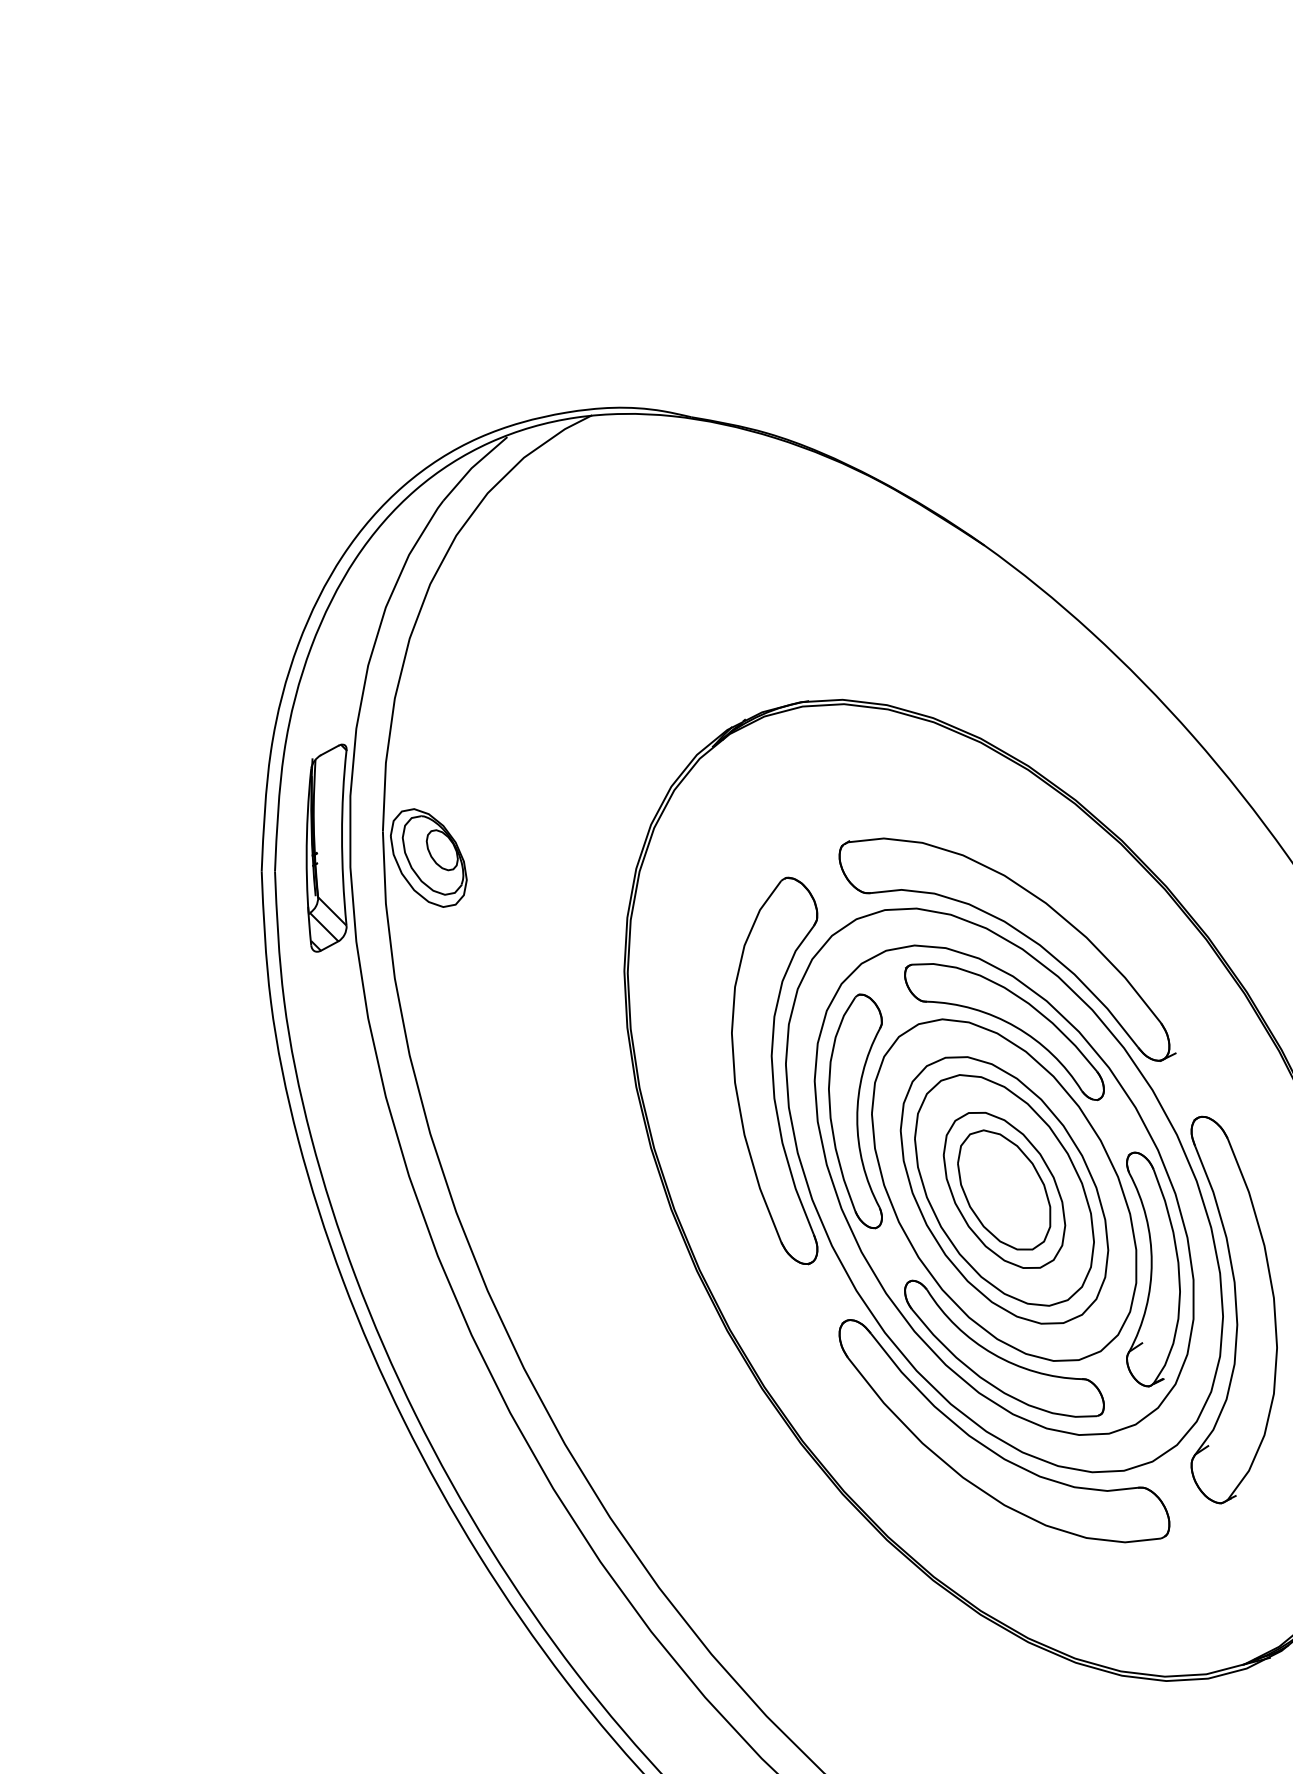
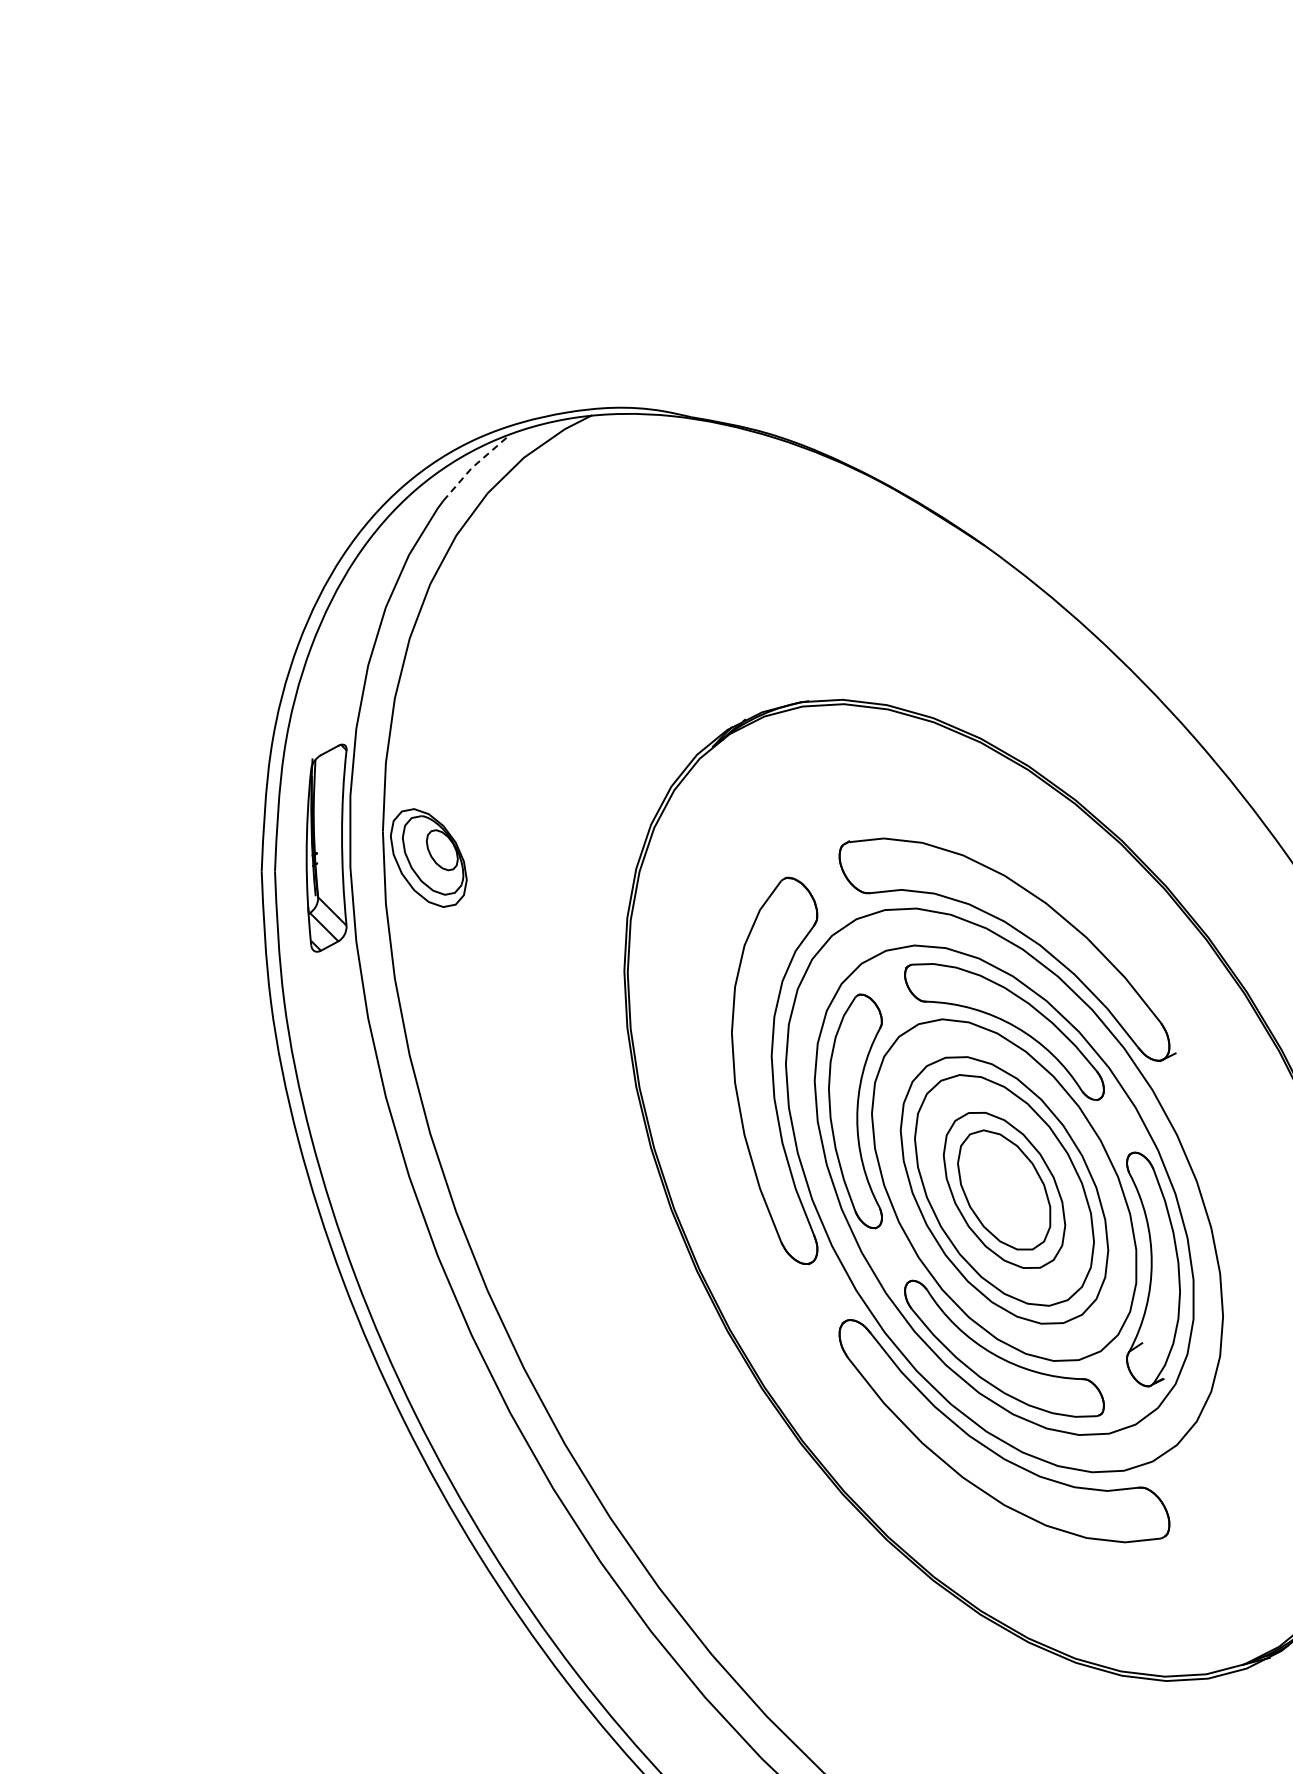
line at (473, 466): solid -> dashed
part at (1233, 1309): present -> none
